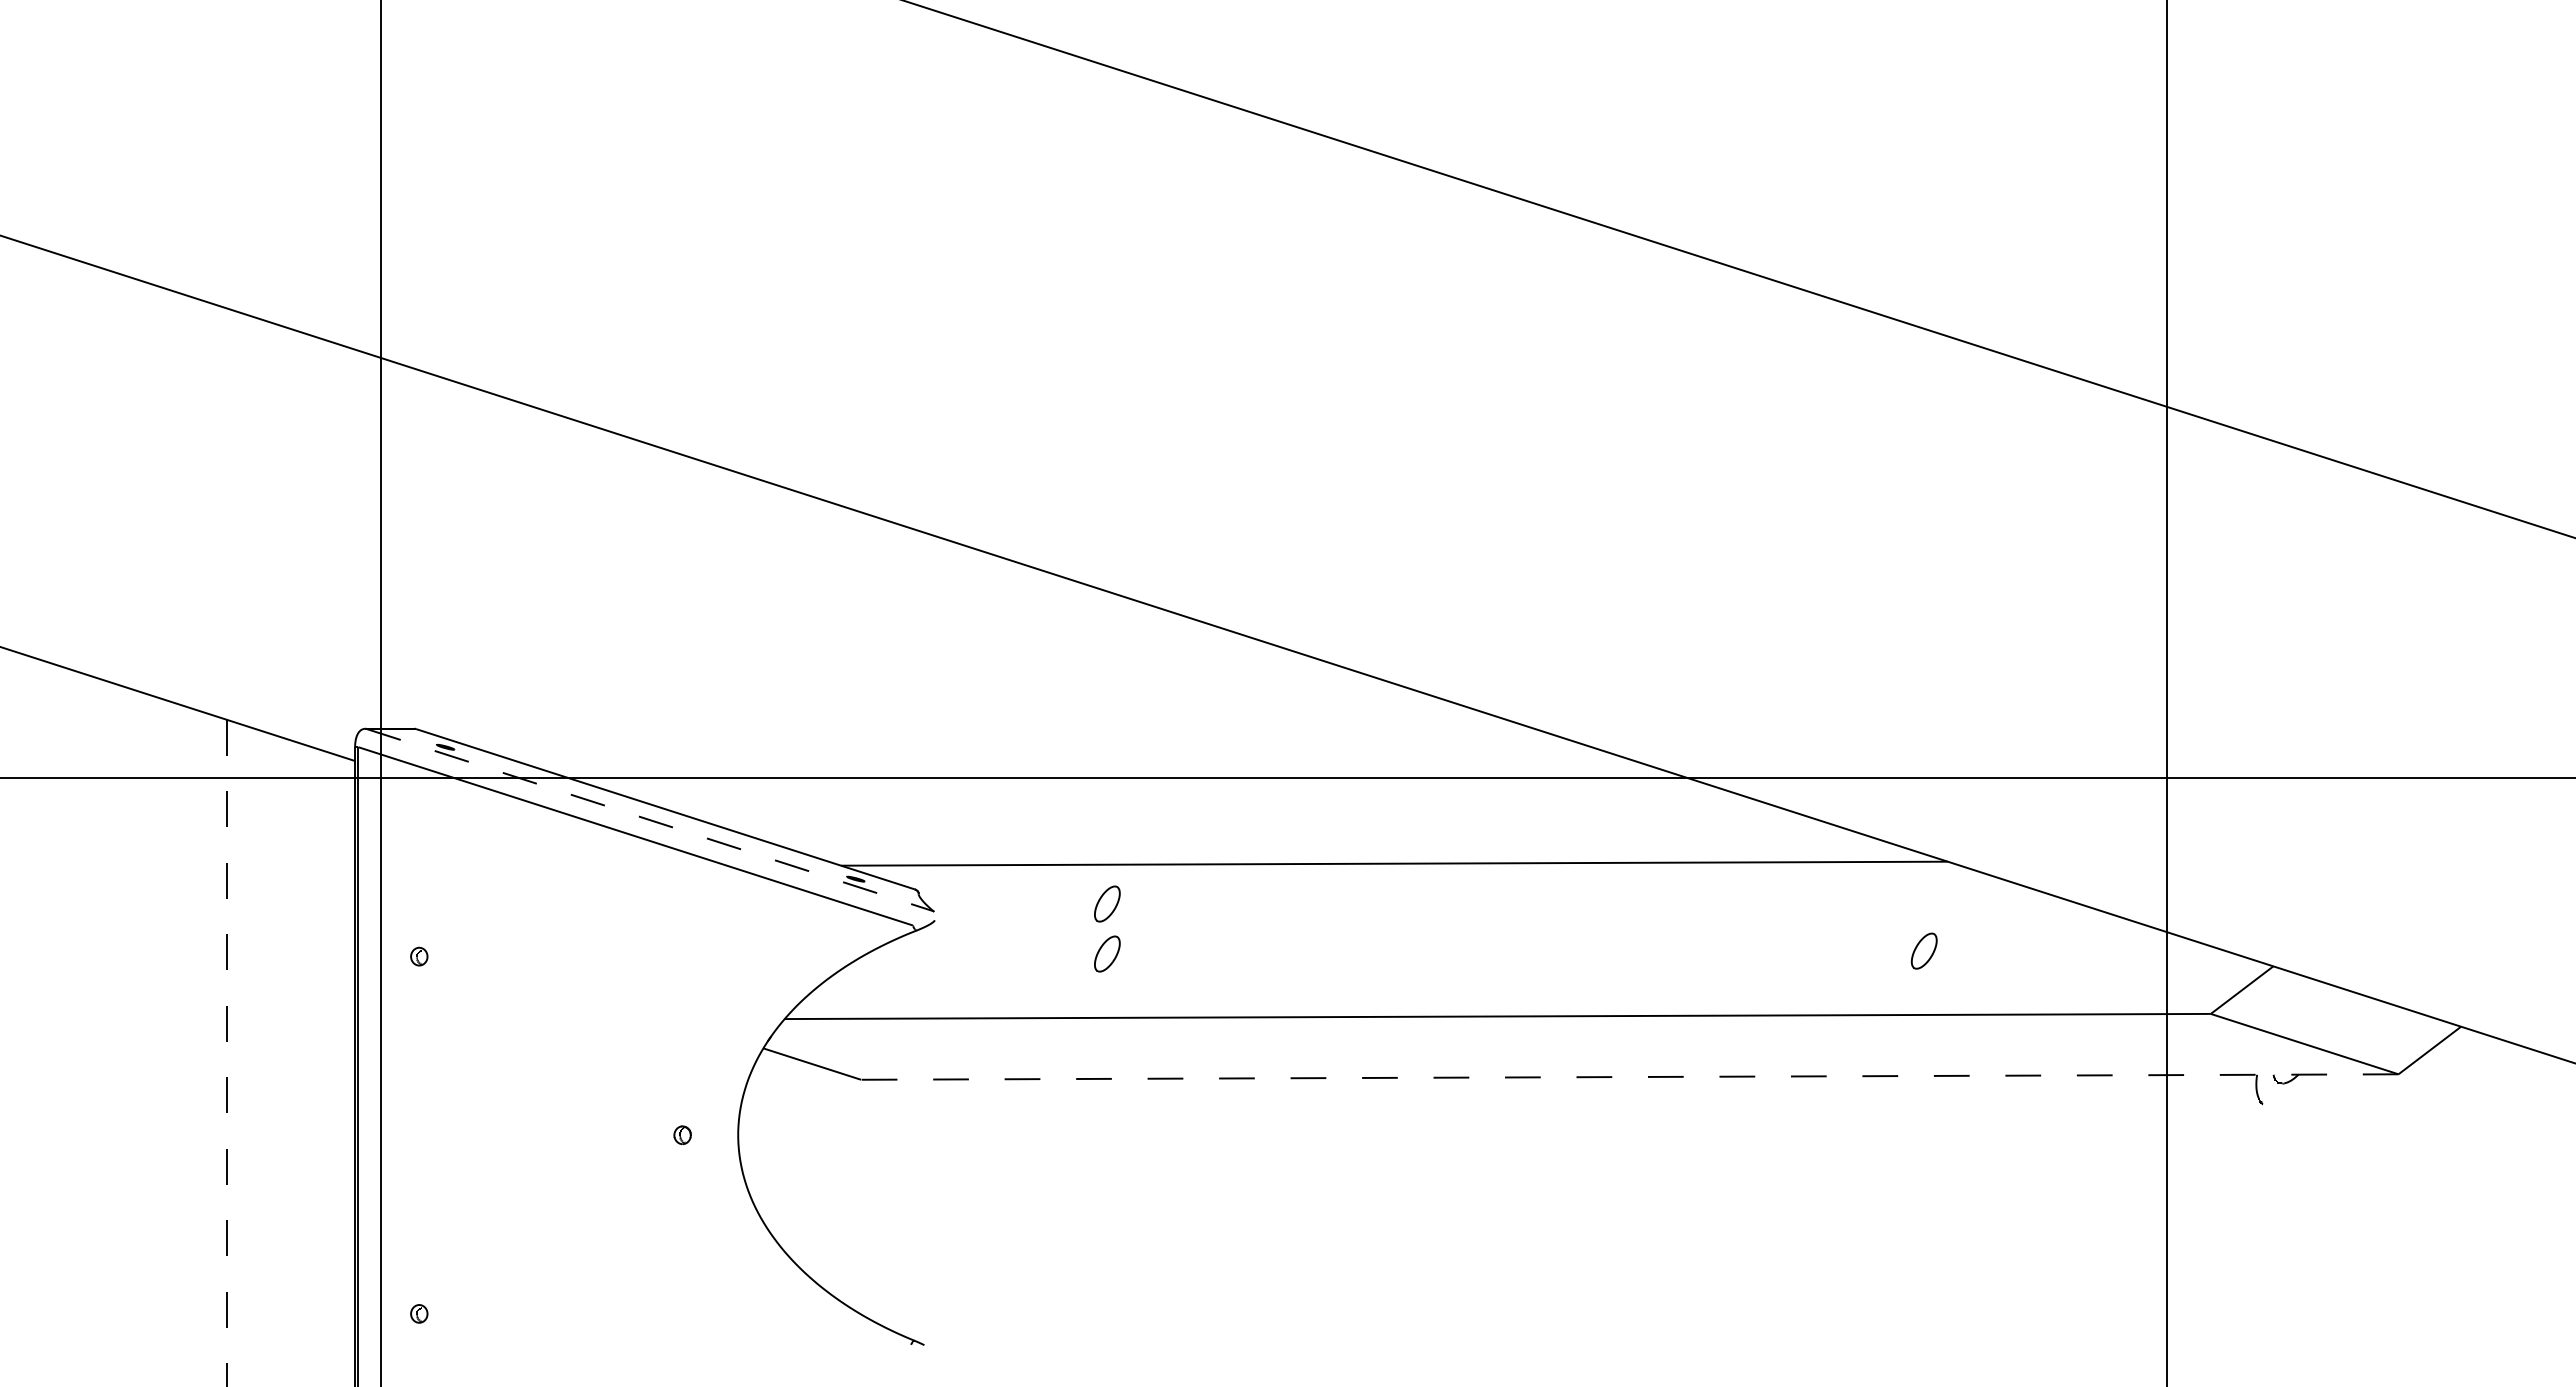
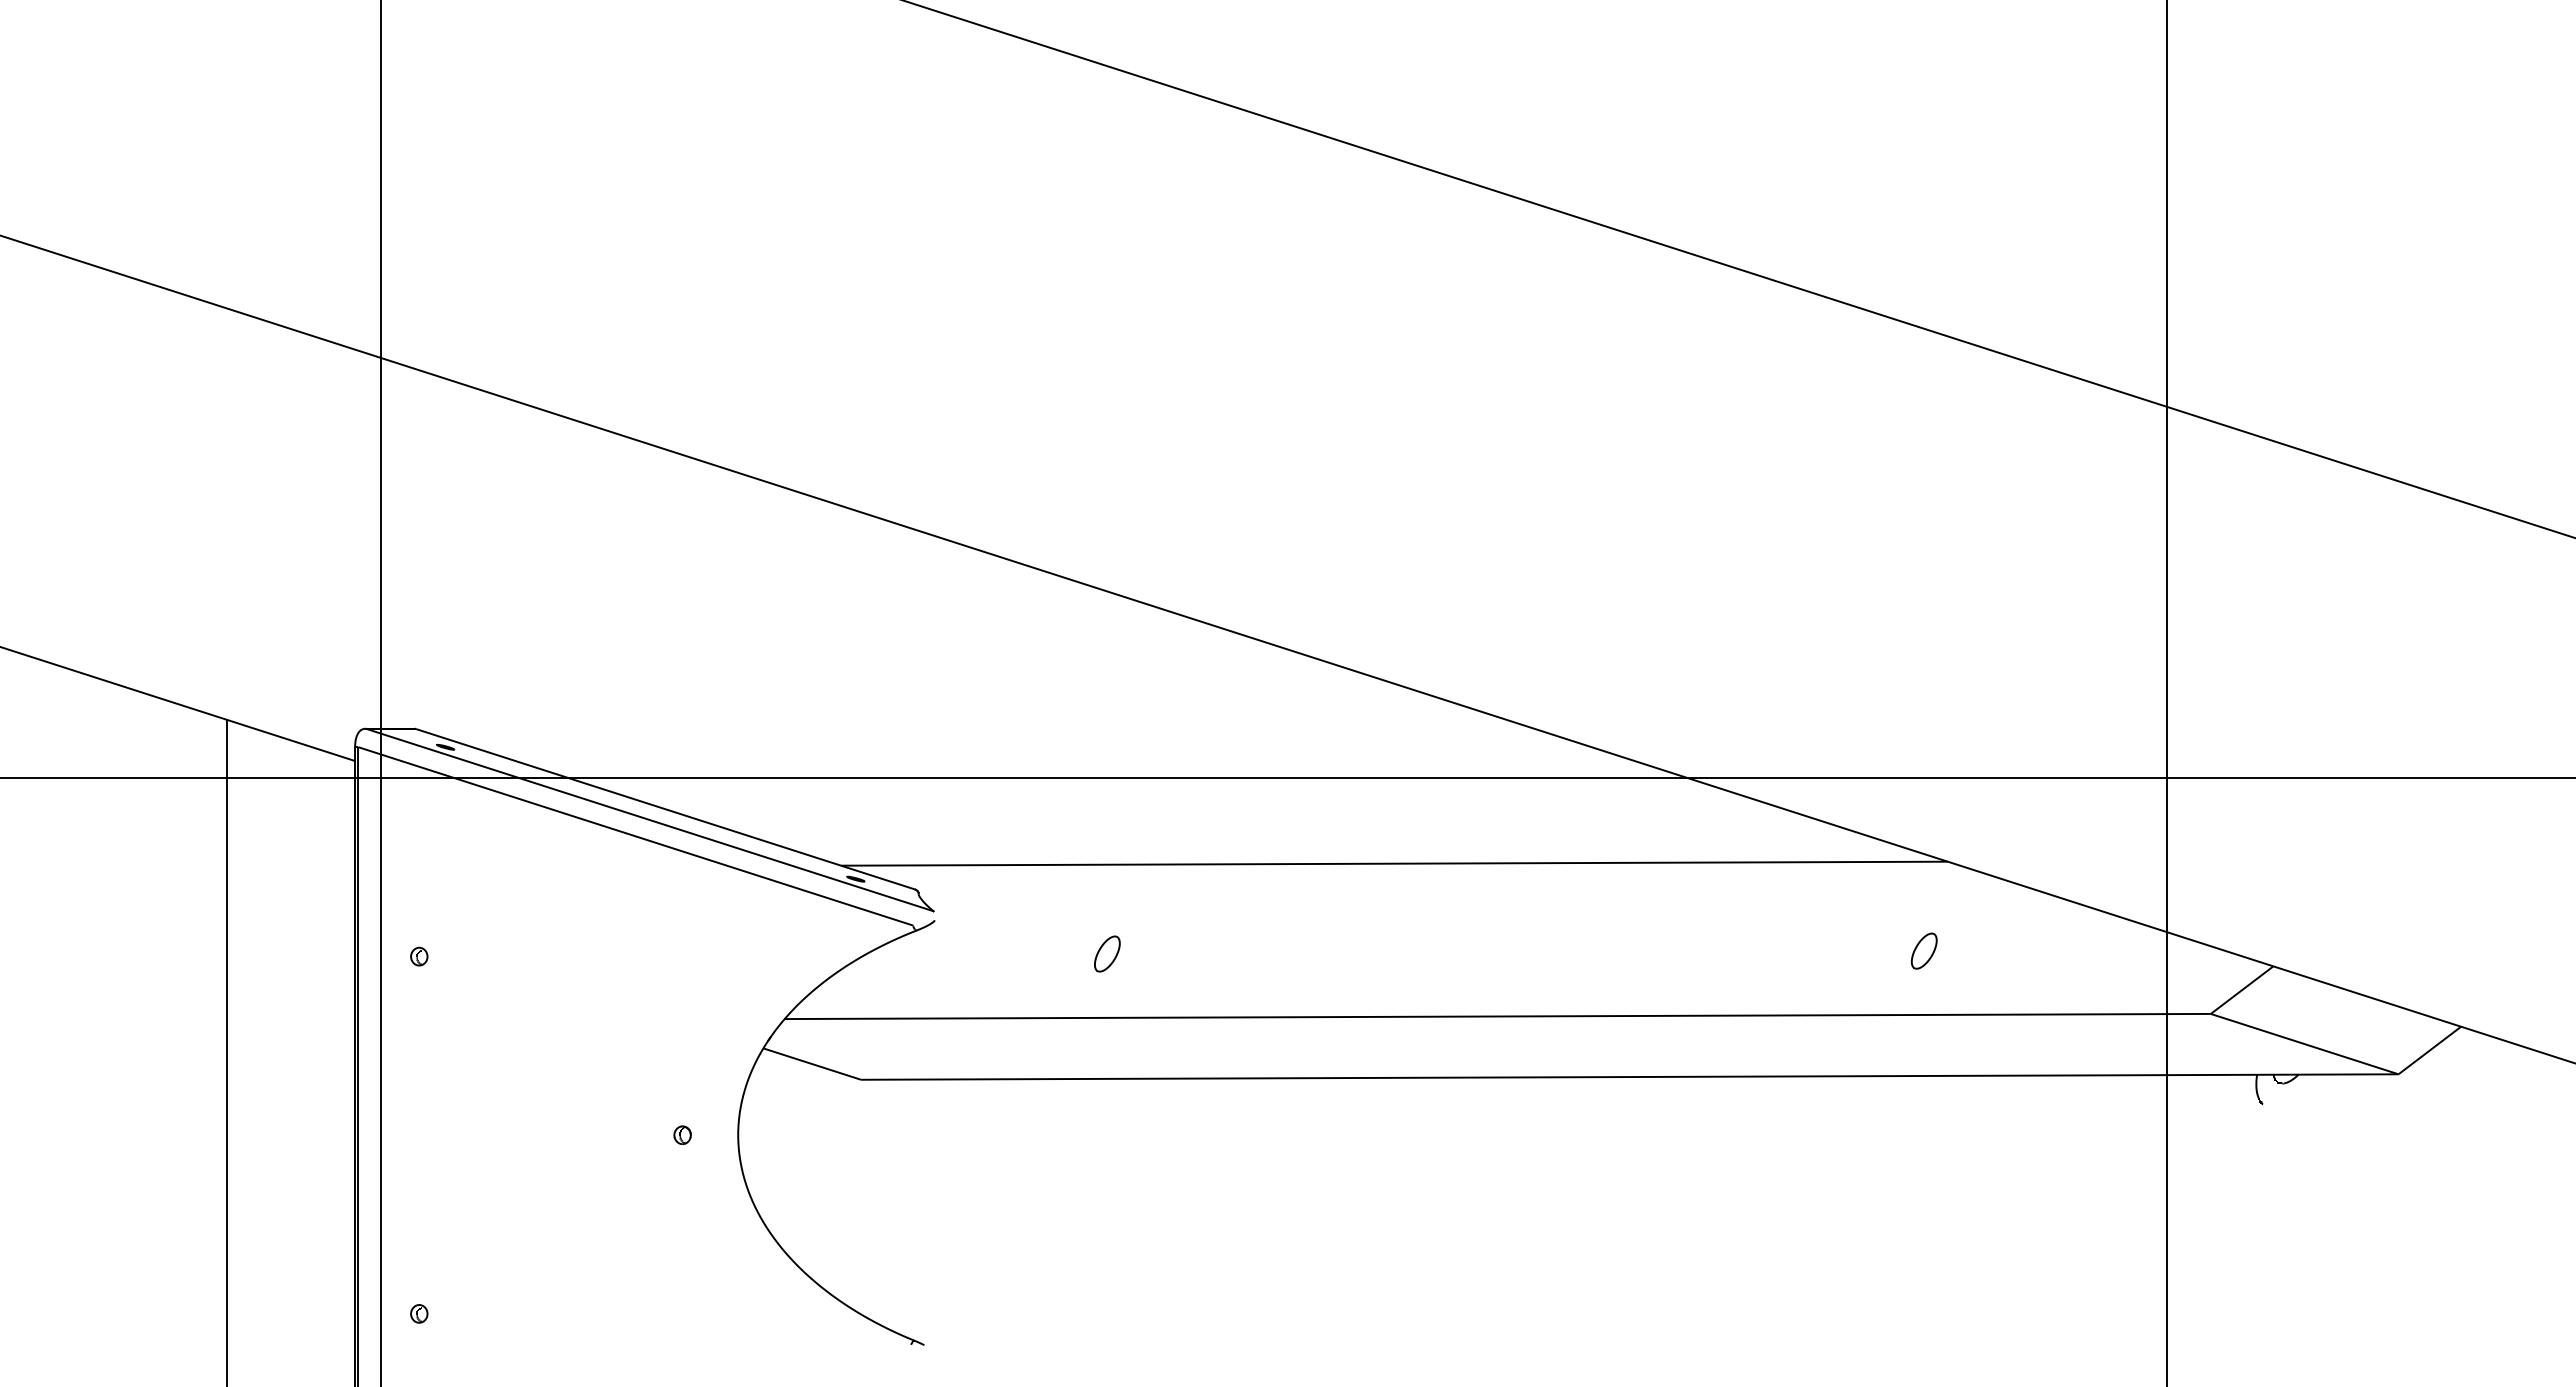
line at (649, 819): dashed -> solid
part at (1107, 903): present -> none
line at (227, 1053): dashed -> solid
line at (1629, 1077): dashed -> solid
